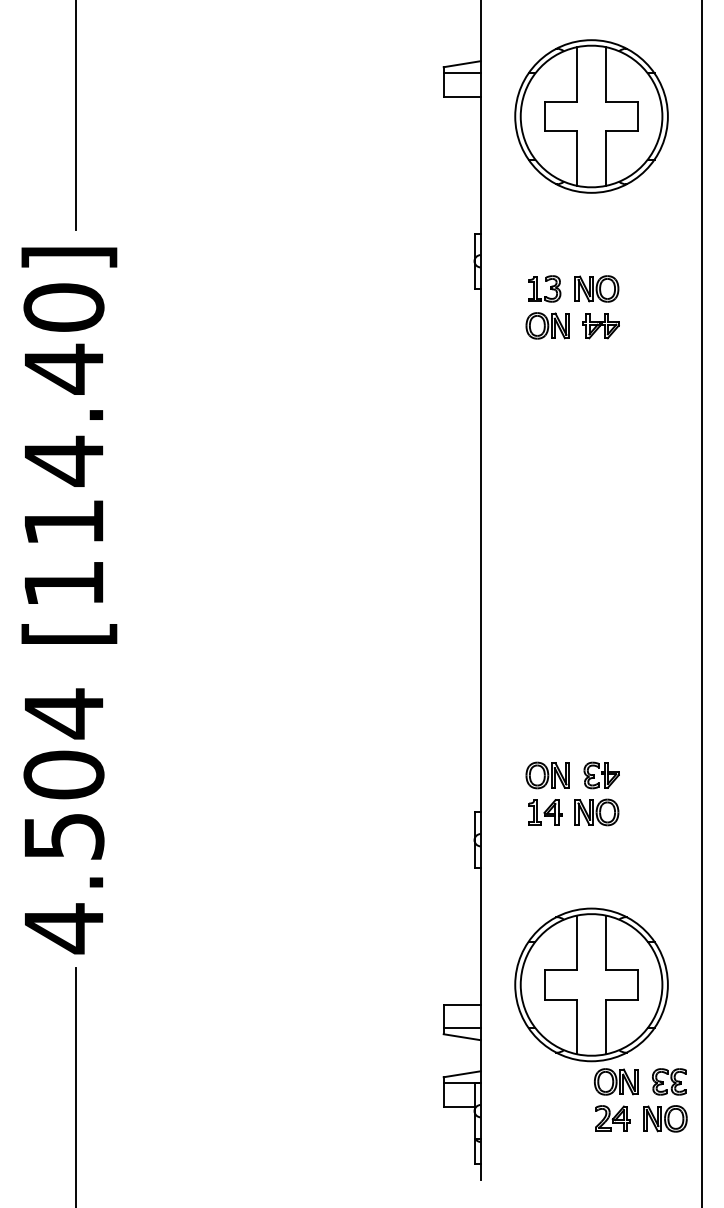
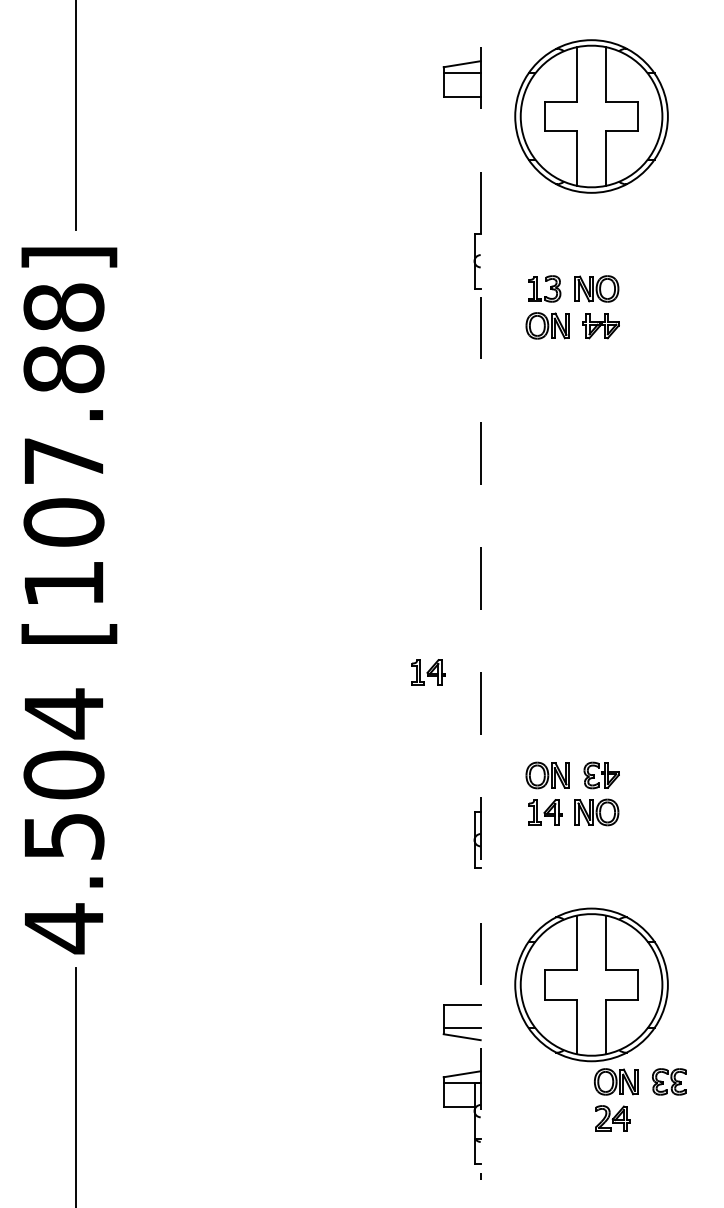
text at (63, 414): [114.40] -> [107.88]
line at (480, 590): solid -> dashed
line at (702, 603): present -> none
part at (428, 672): none -> present
part at (665, 1118): present -> none
